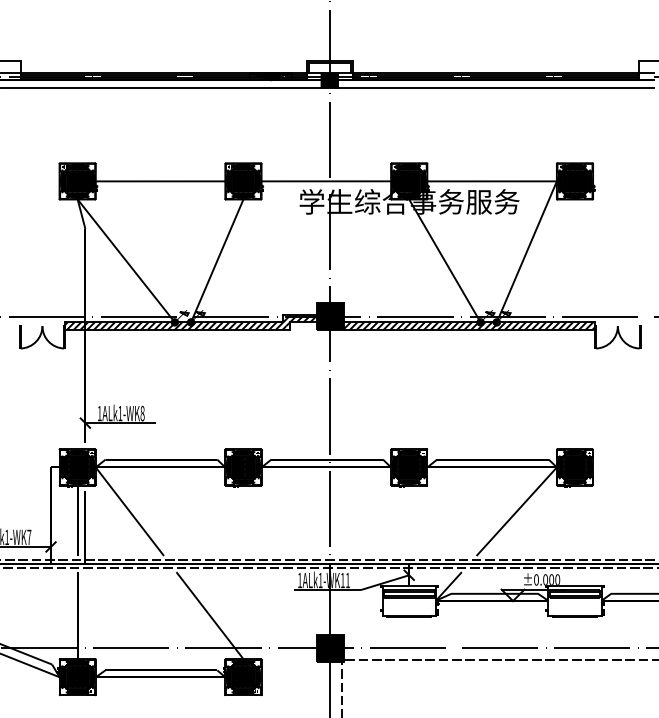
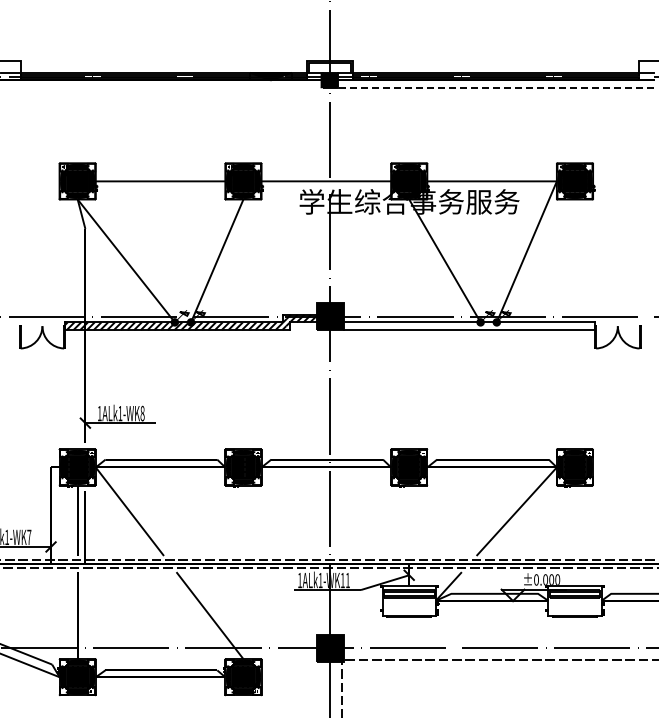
line at (162, 88): present -> none
line at (495, 88): solid -> dashed
hatch at (469, 326): present -> none
